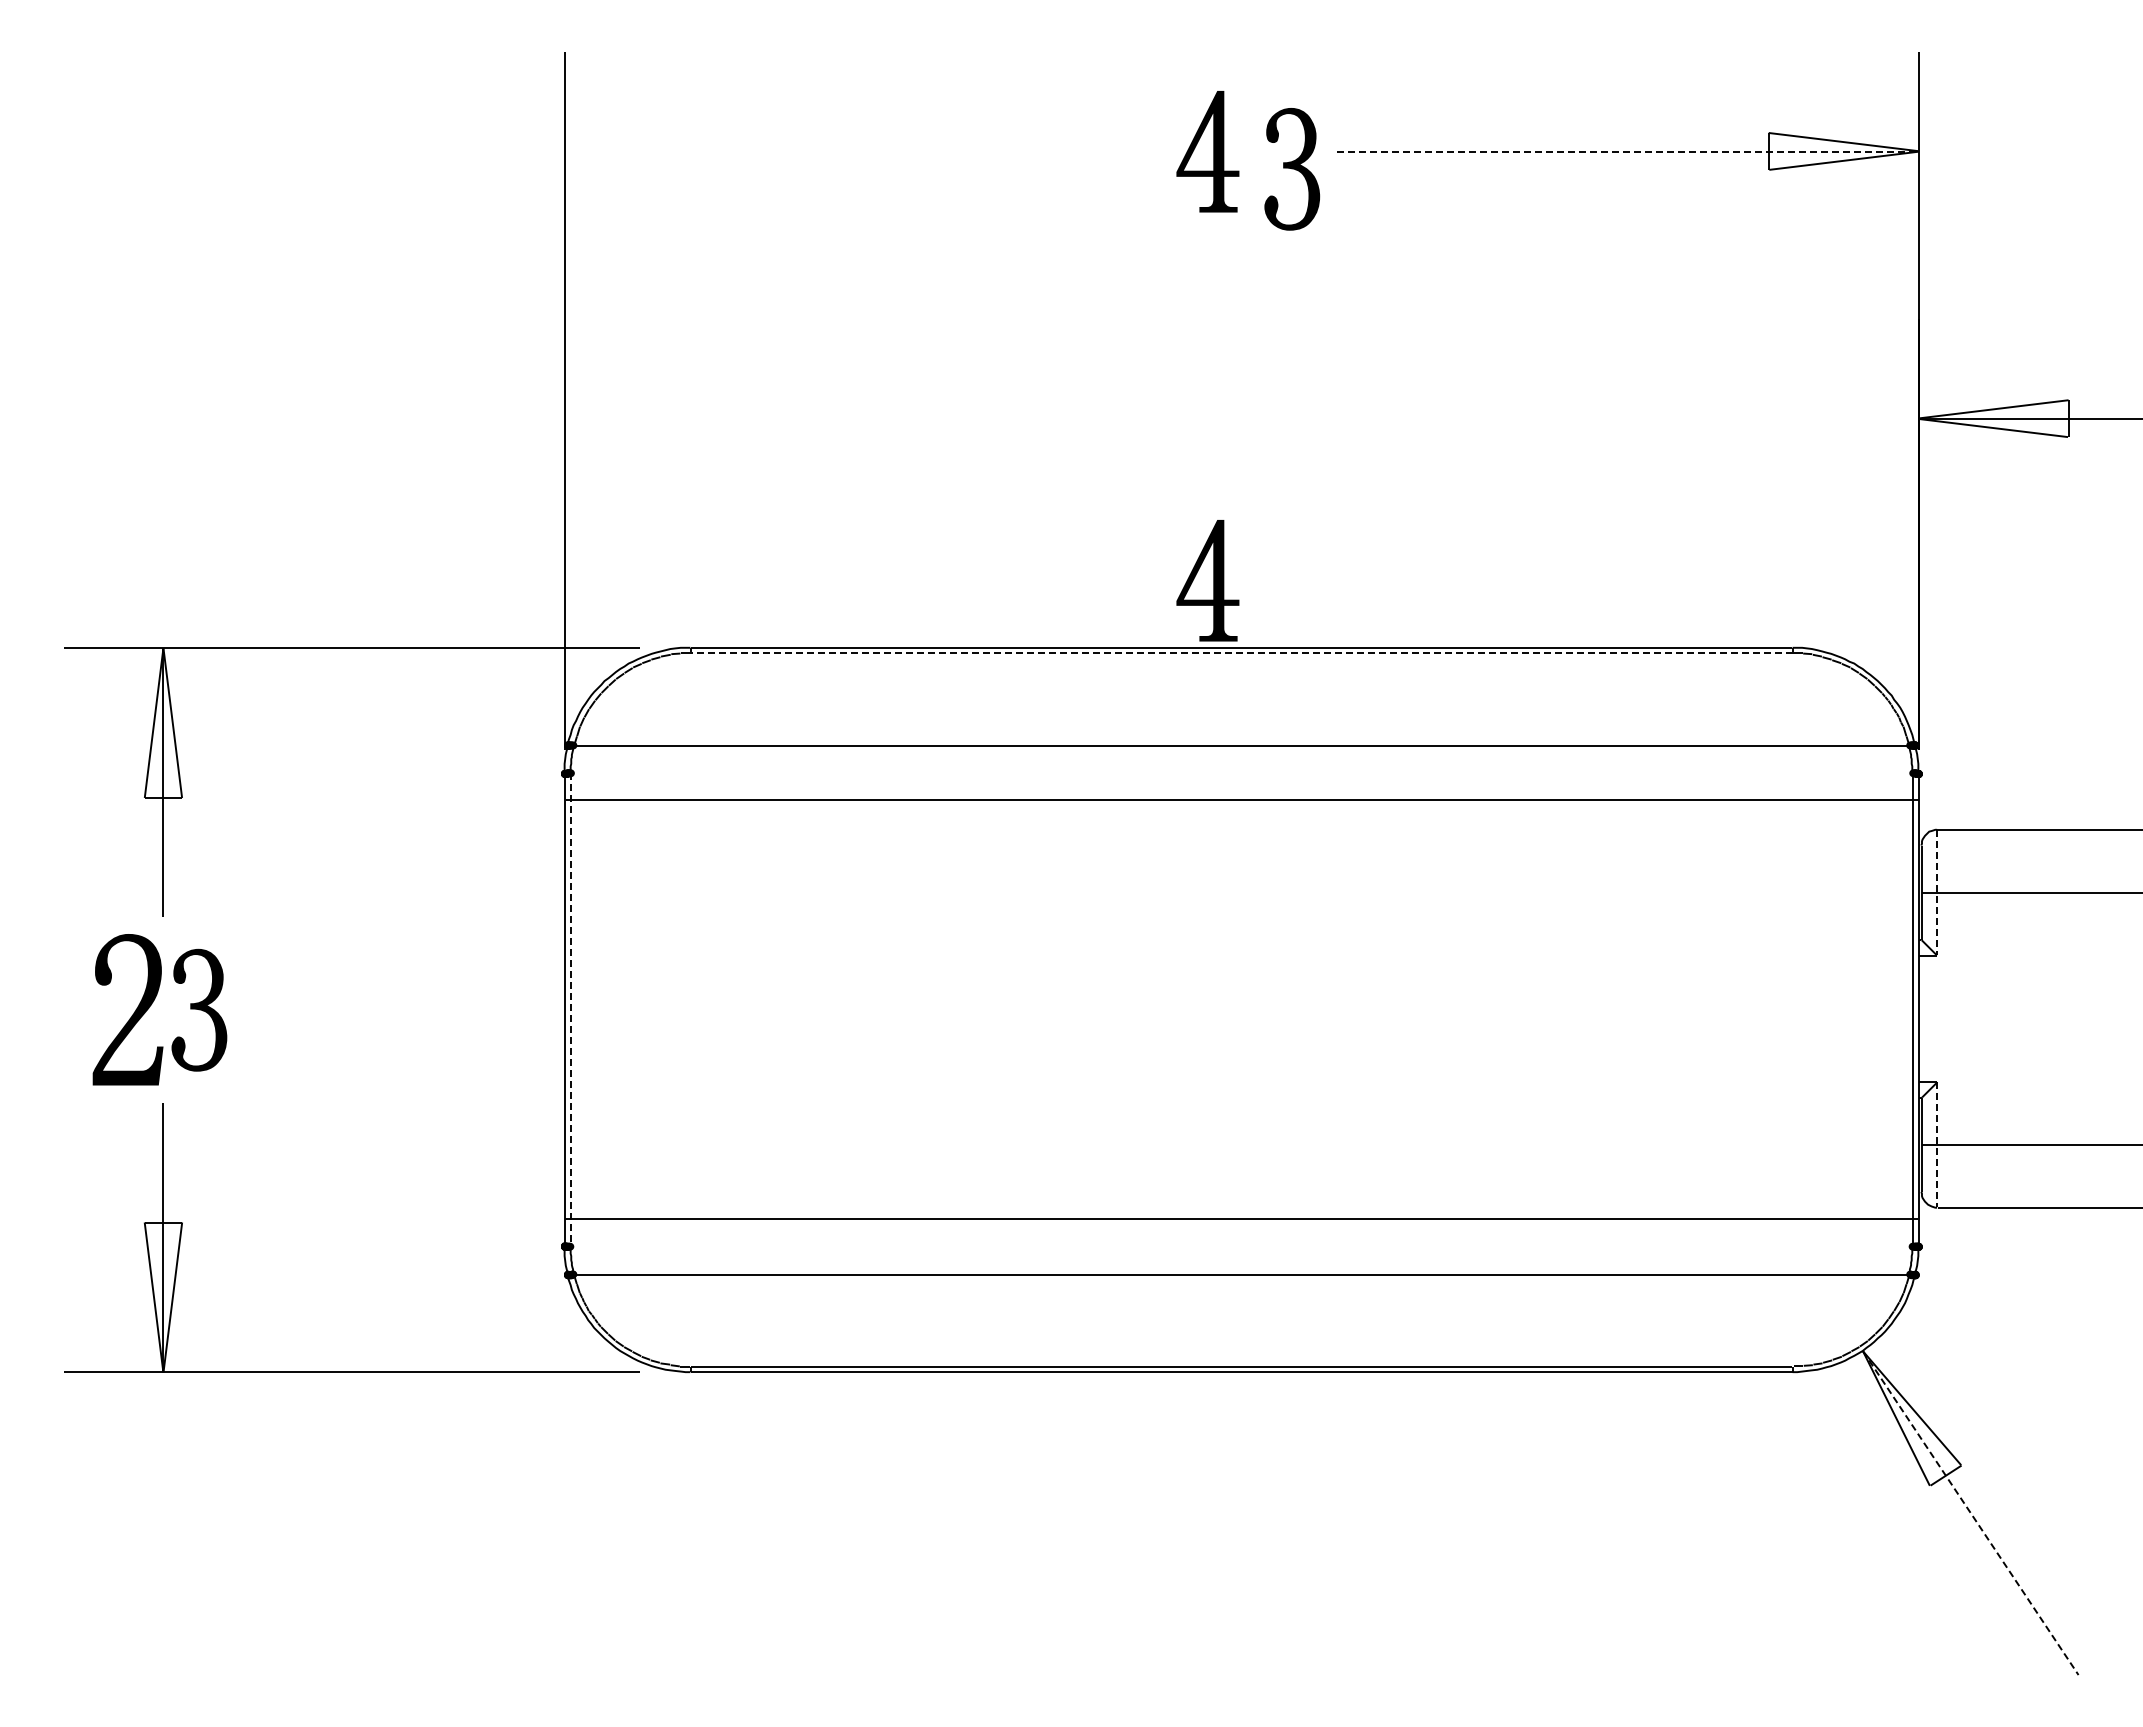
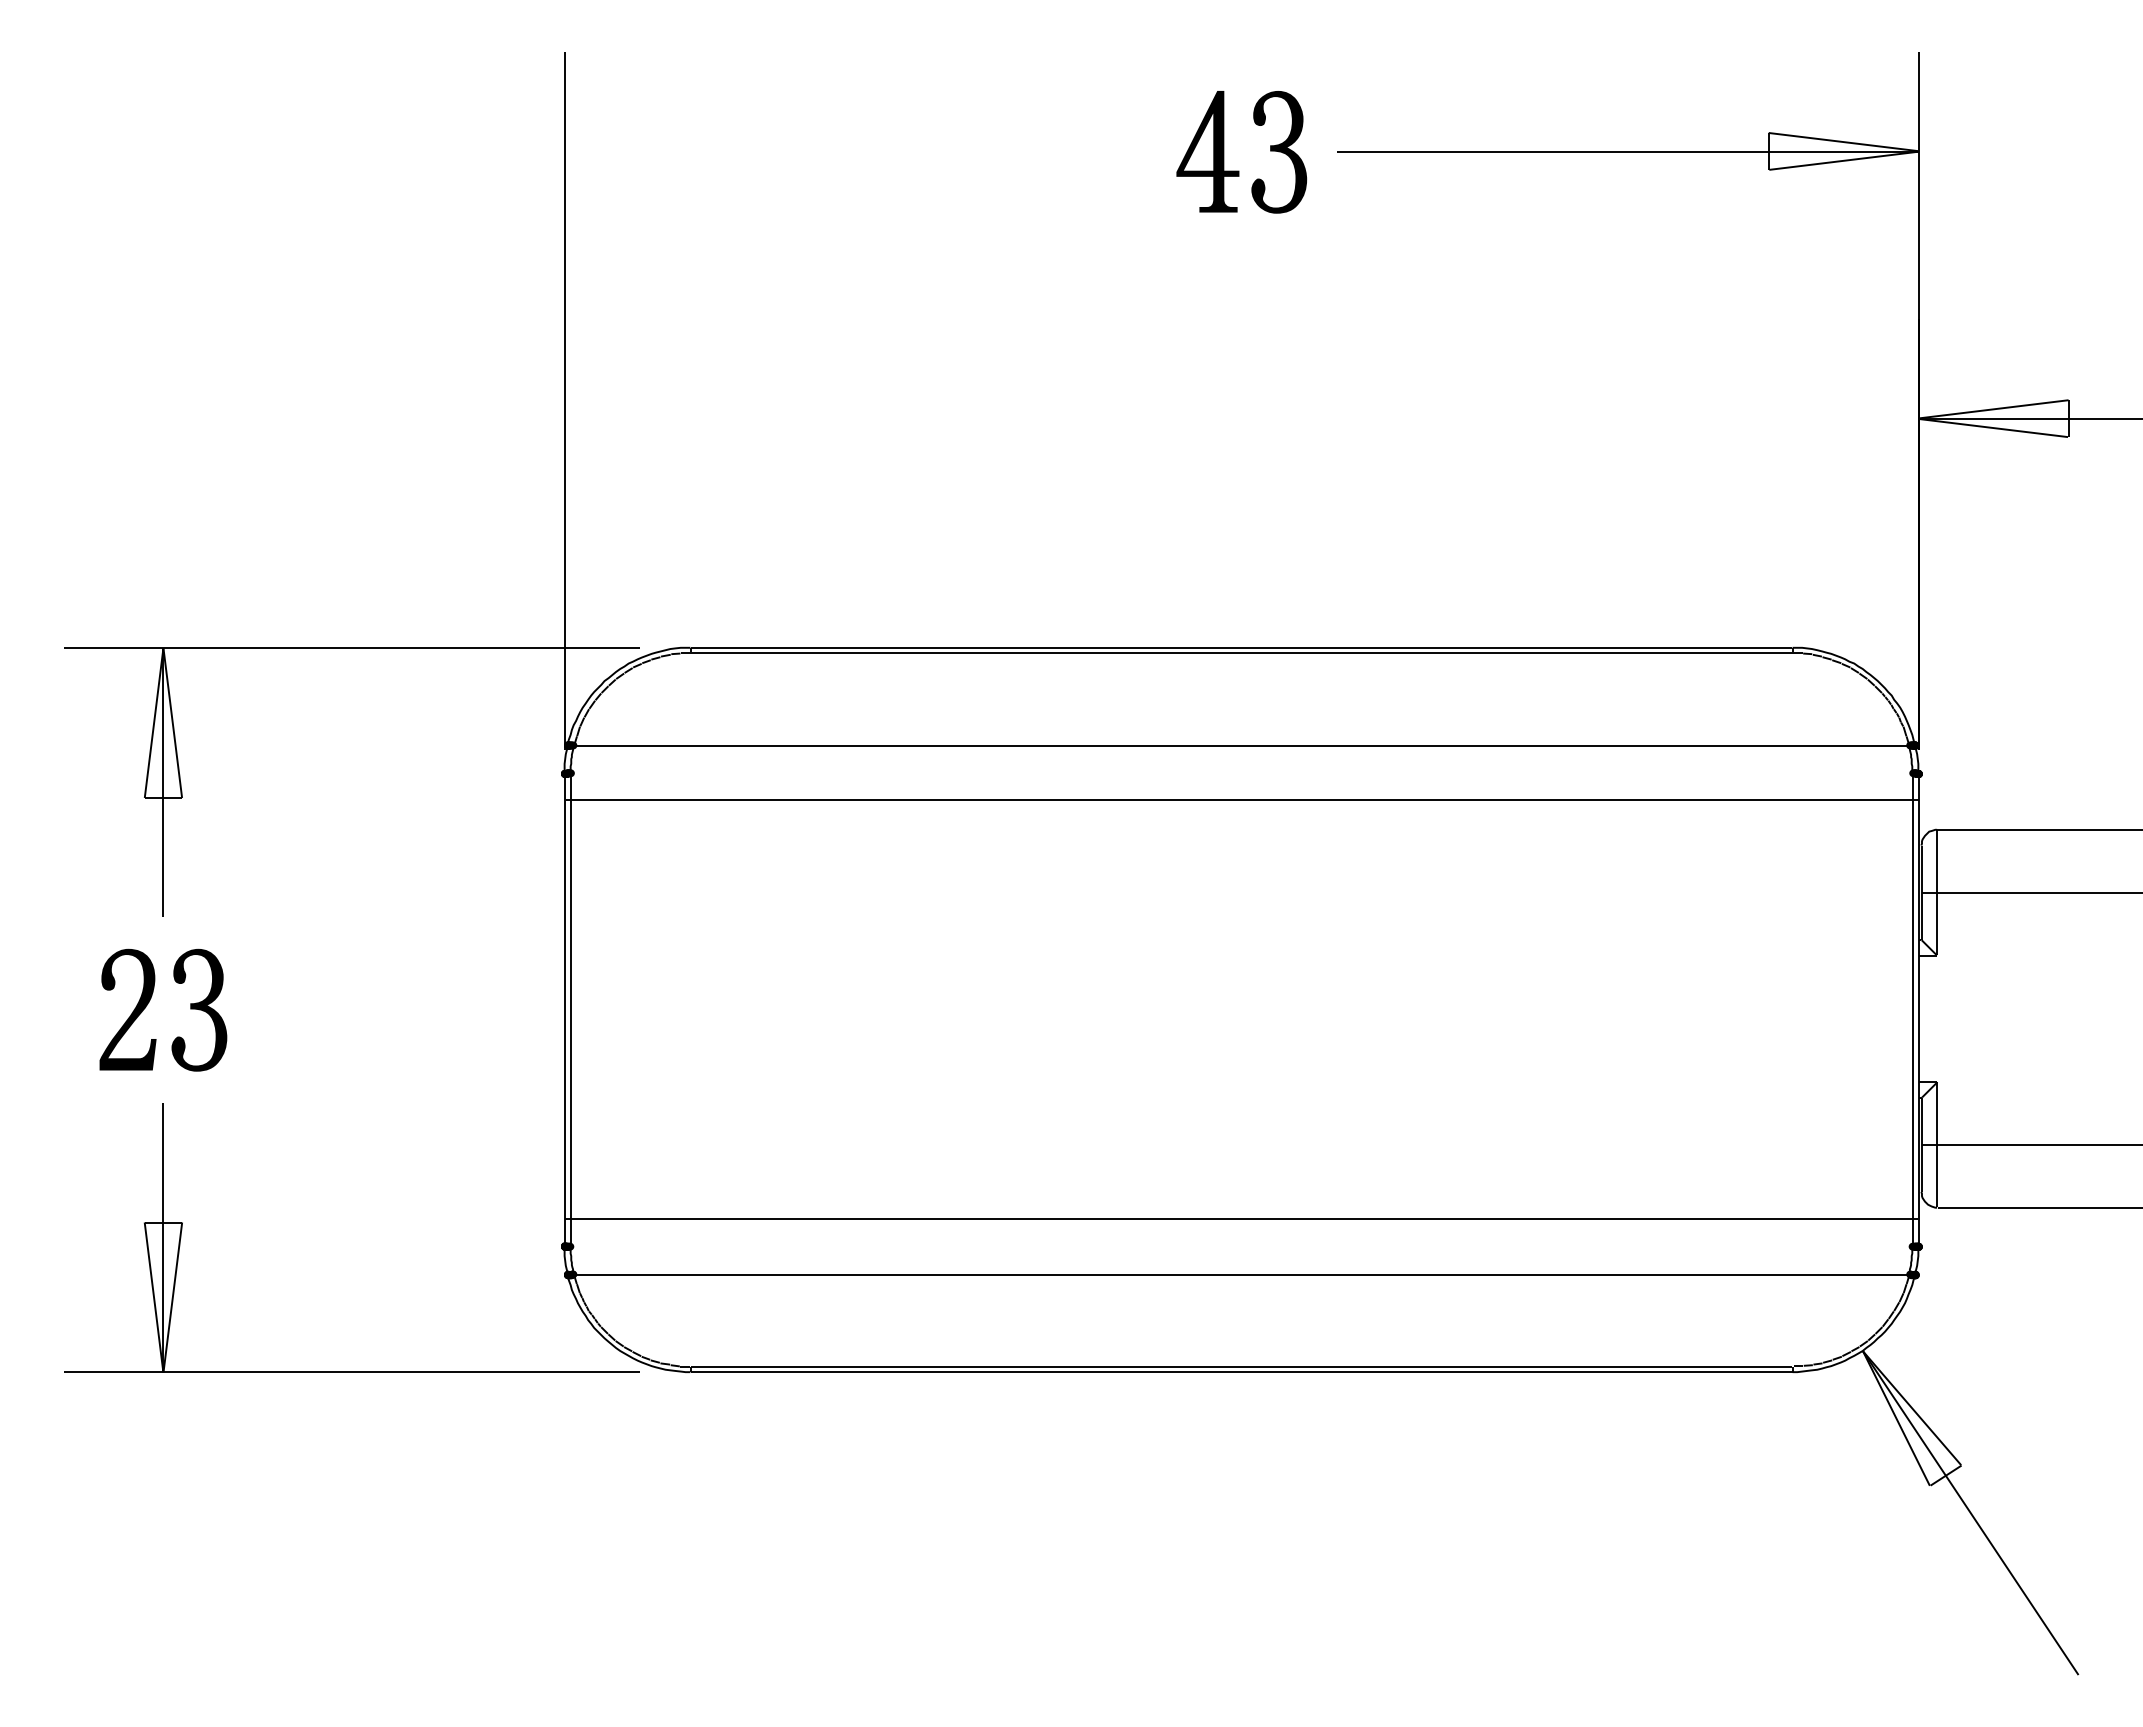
line at (1627, 151): dashed -> solid
part at (1292, 169) position: (1292, 169) -> (1279, 152)
part at (1207, 580): present -> none
line at (1242, 652): dashed -> solid
line at (1937, 892): dashed -> solid
part at (127, 1009) size: 72x152 px -> 58x123 px
line at (570, 1010): dashed -> solid
line at (1937, 1144): dashed -> solid
line at (1971, 1513): dashed -> solid
